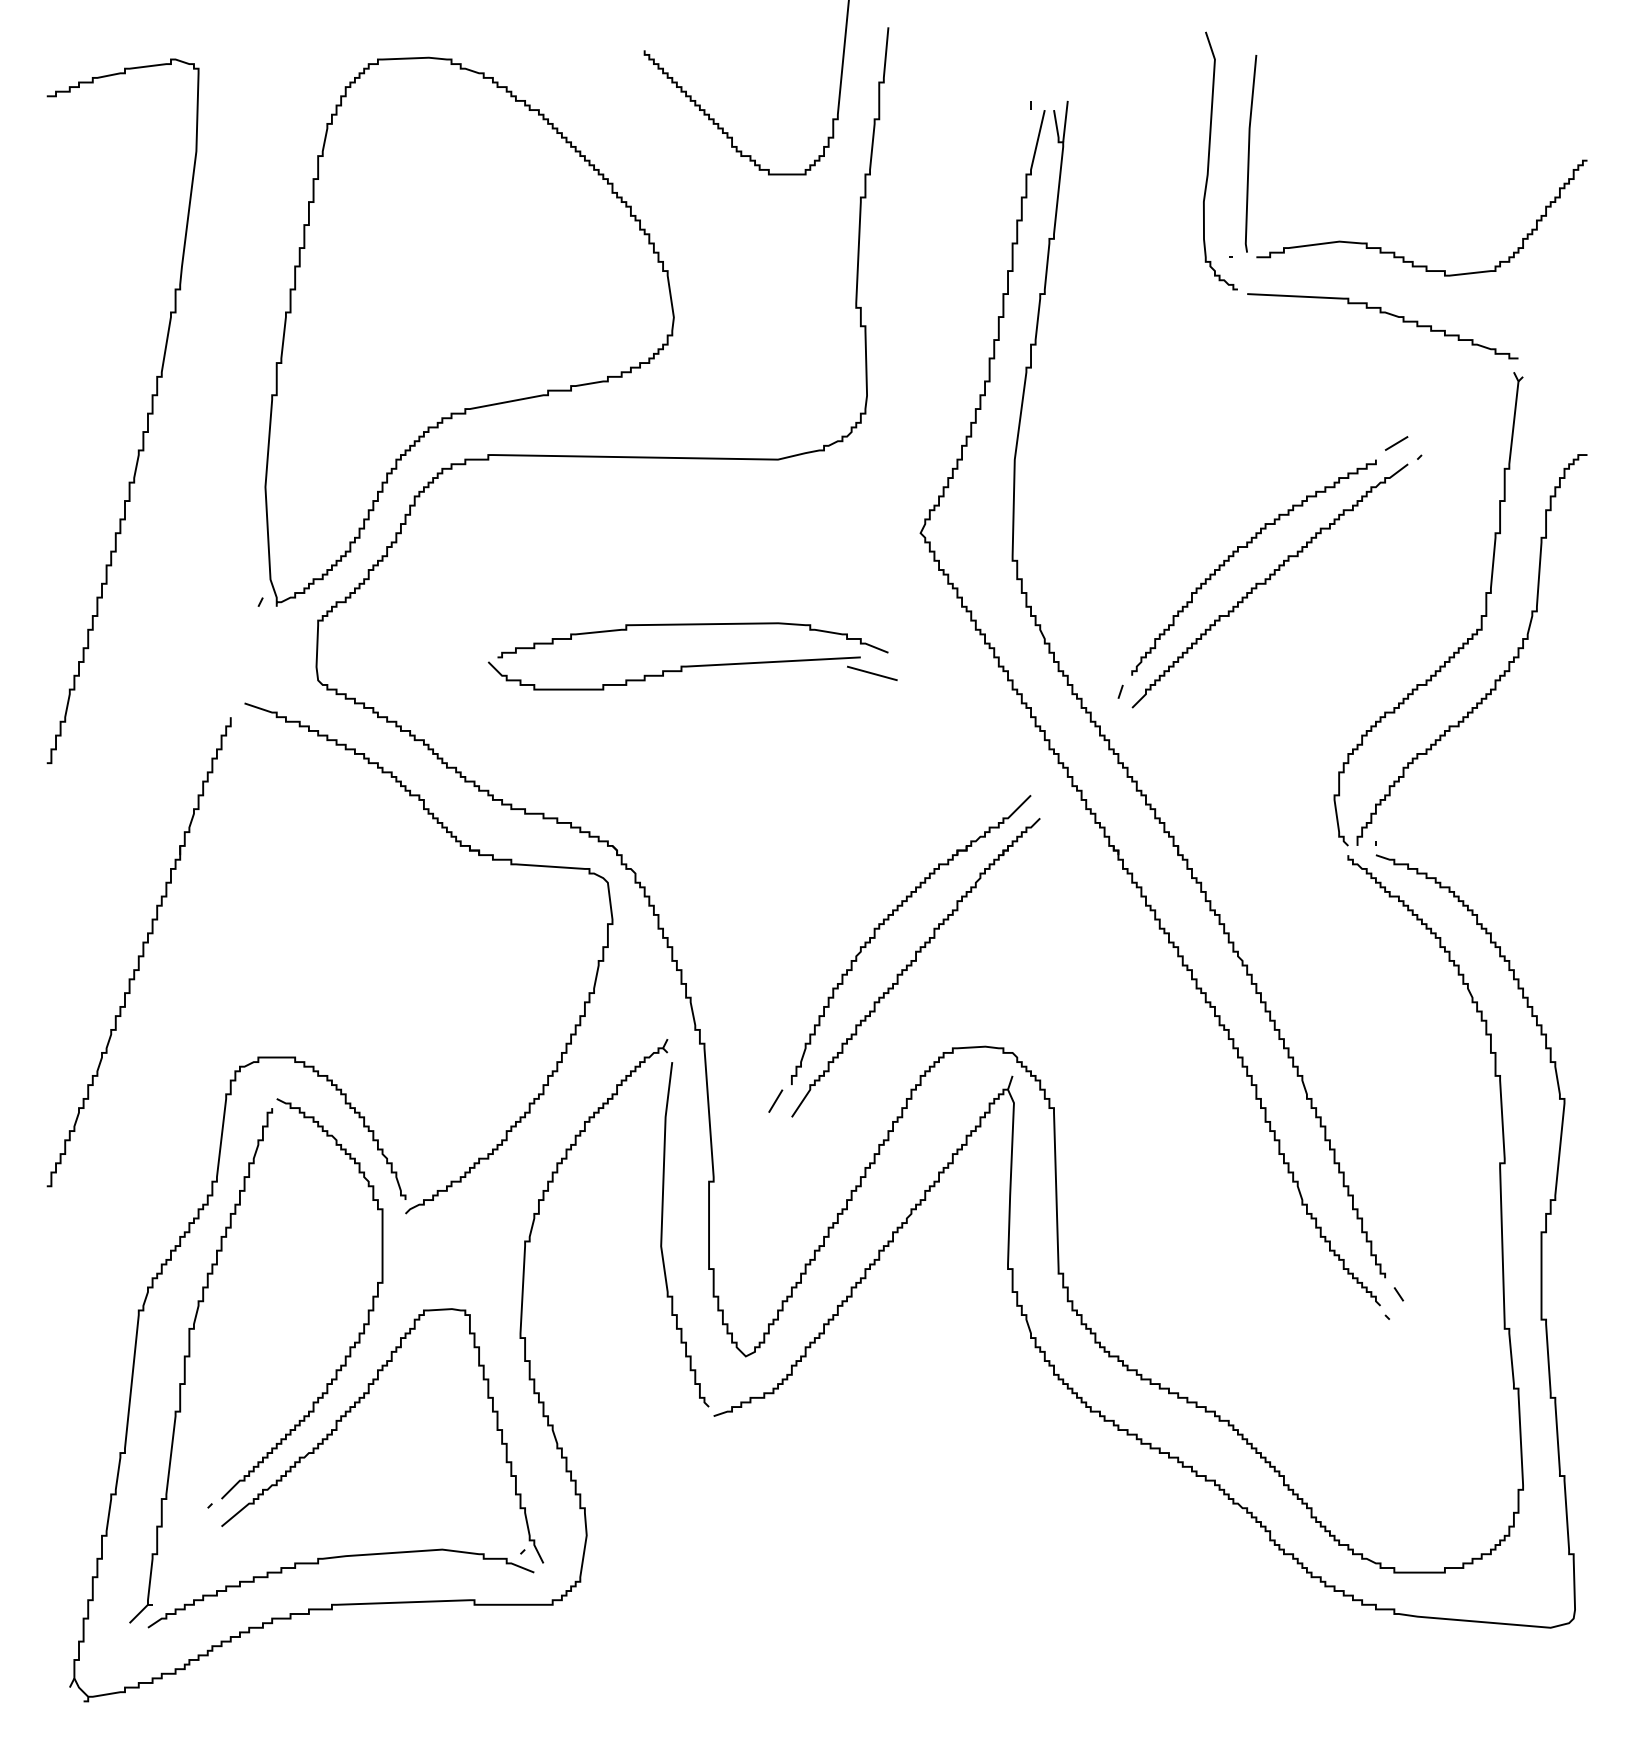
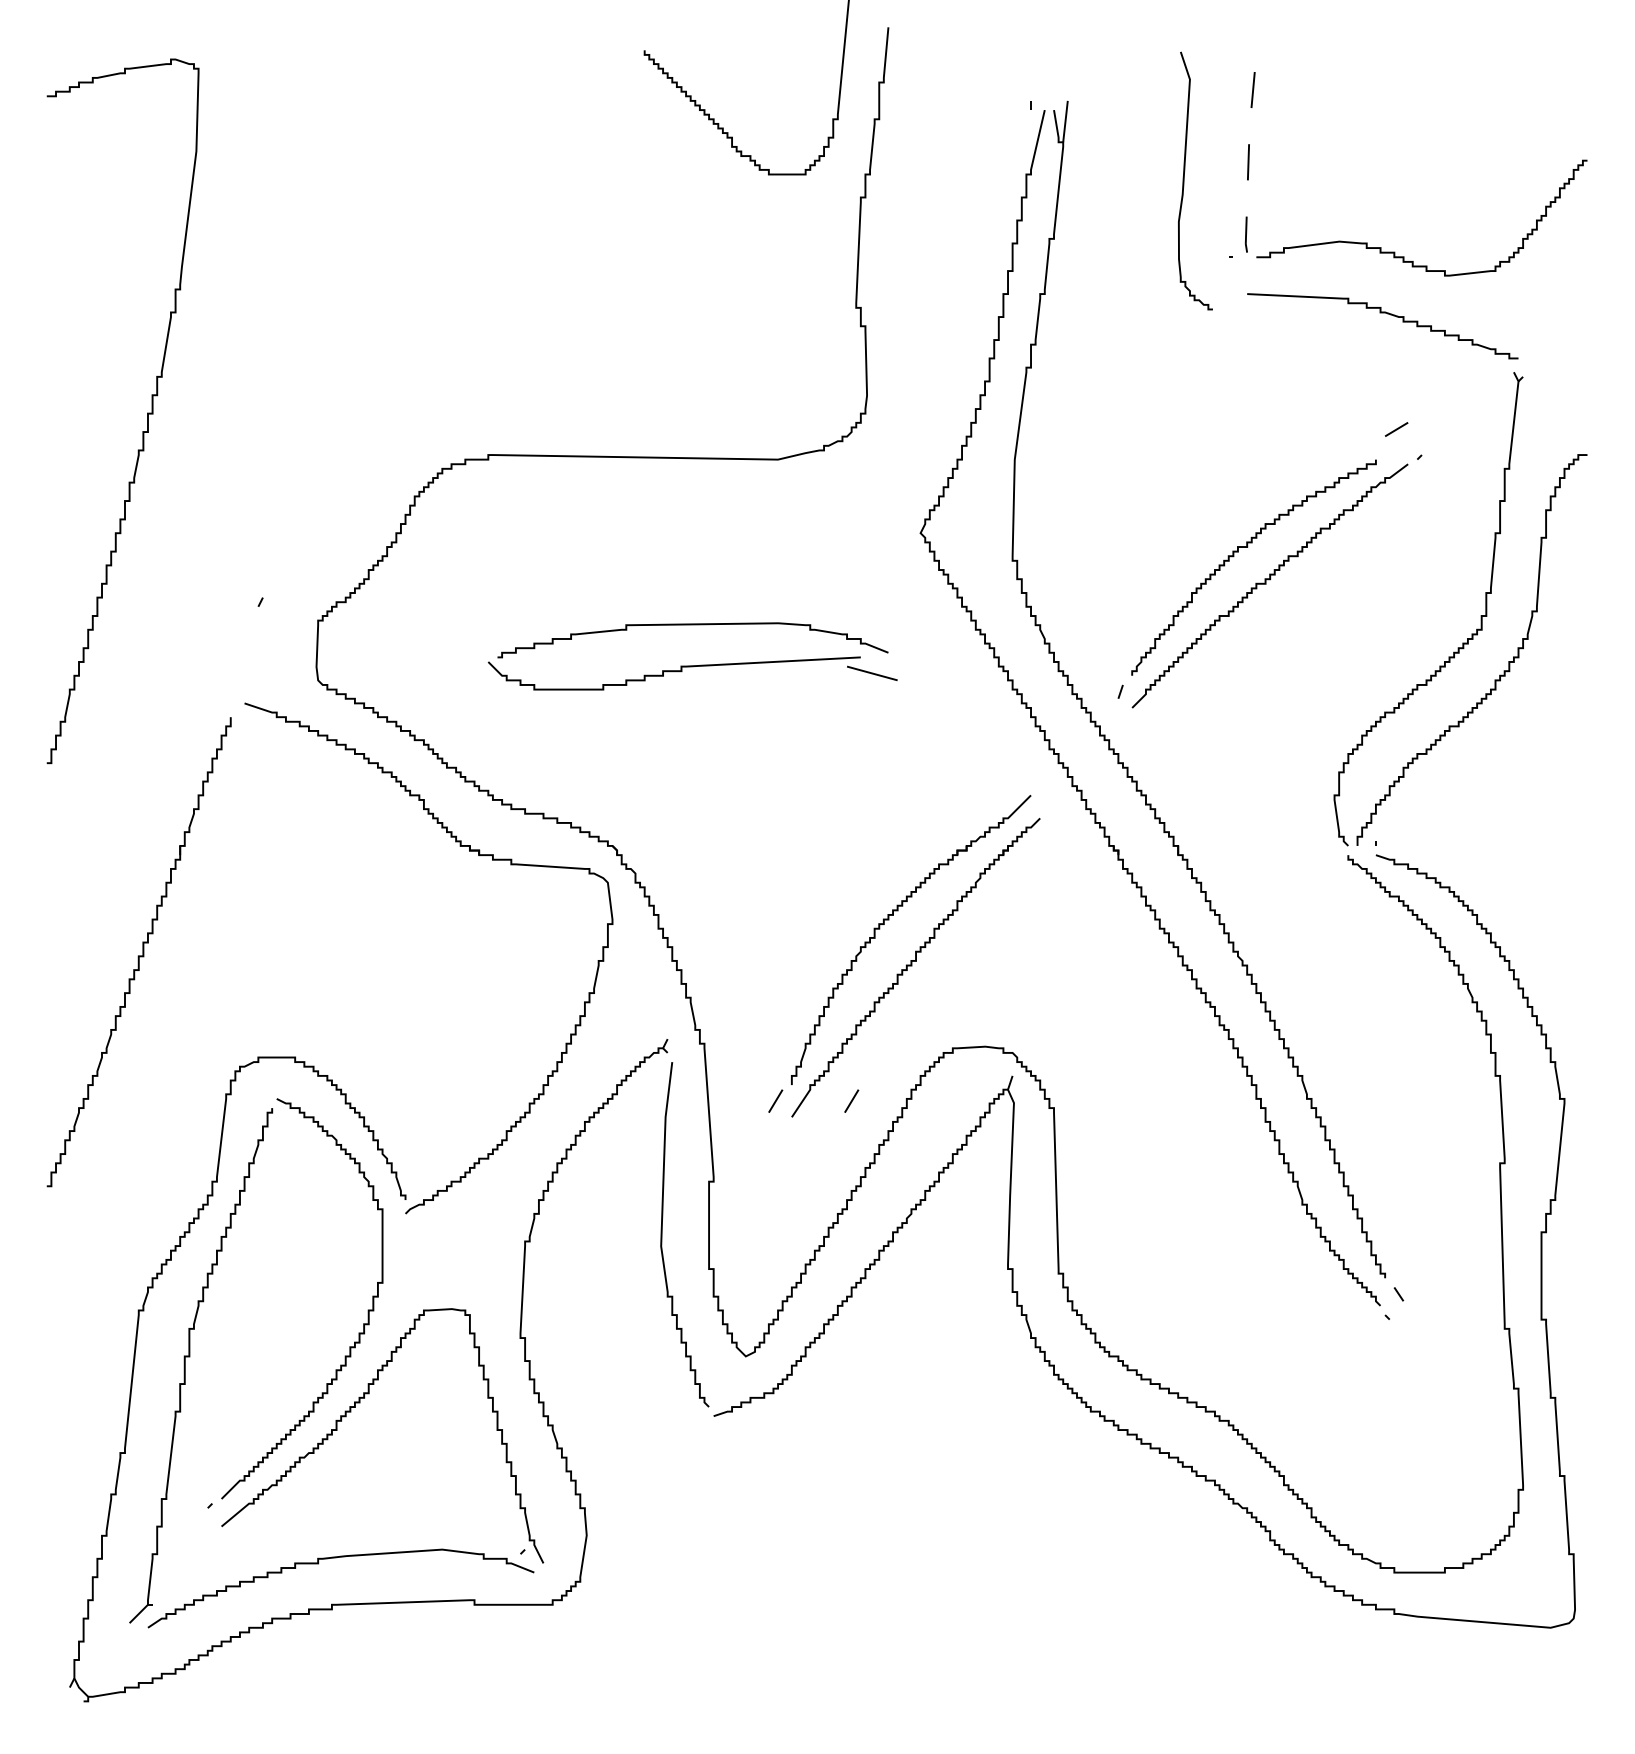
line at (1248, 153): solid -> dashed
curve at (1209, 160) position: (1209, 160) -> (1184, 180)
curve at (482, 405): present -> none
line at (1396, 443) position: (1396, 443) -> (1396, 429)
line at (851, 1100): none -> present
